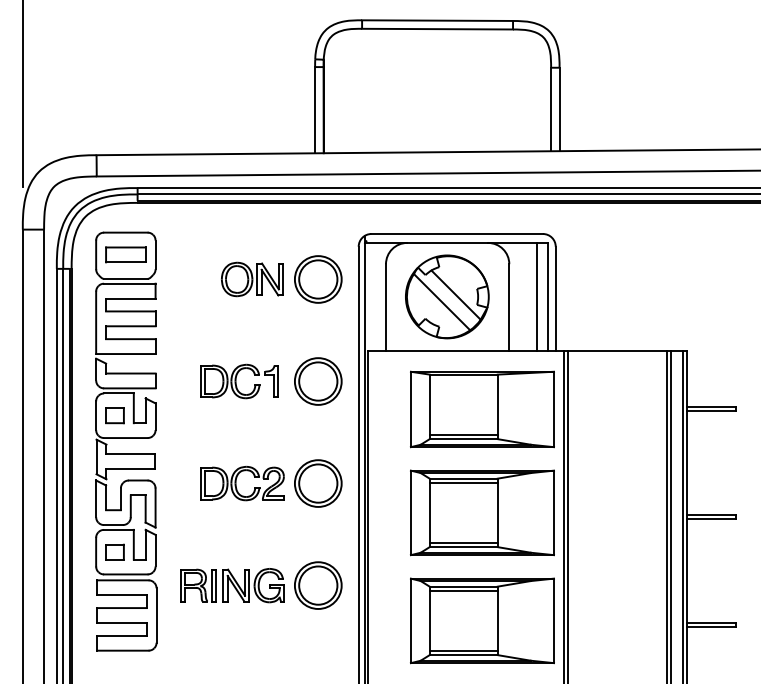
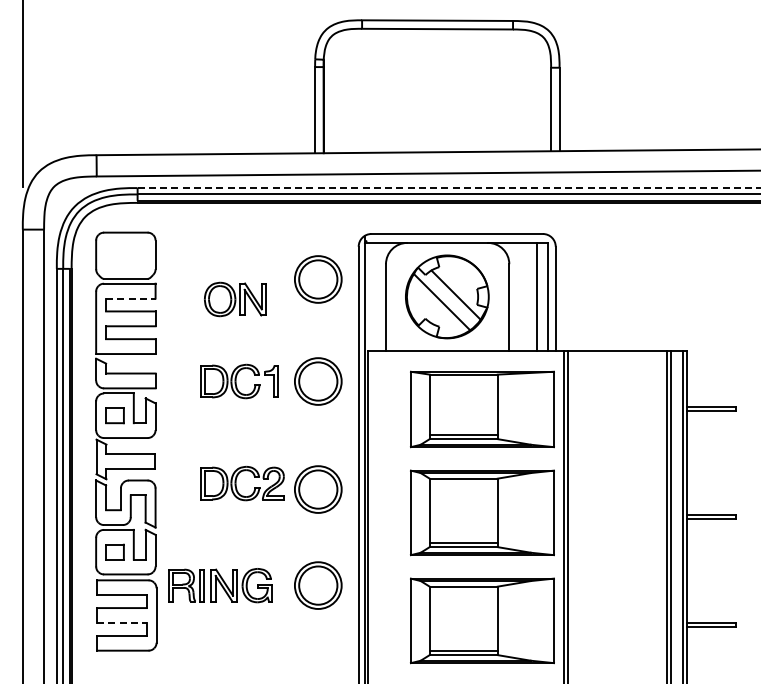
line at (449, 188): solid -> dashed
part at (125, 254): present -> none
part at (252, 279) position: (252, 279) -> (235, 299)
line at (130, 298): solid -> dashed
line at (463, 482): present -> none
part at (318, 483) position: (318, 483) -> (318, 489)
part at (232, 585) position: (232, 585) -> (220, 585)
line at (463, 590): present -> none
line at (121, 622): solid -> dashed
